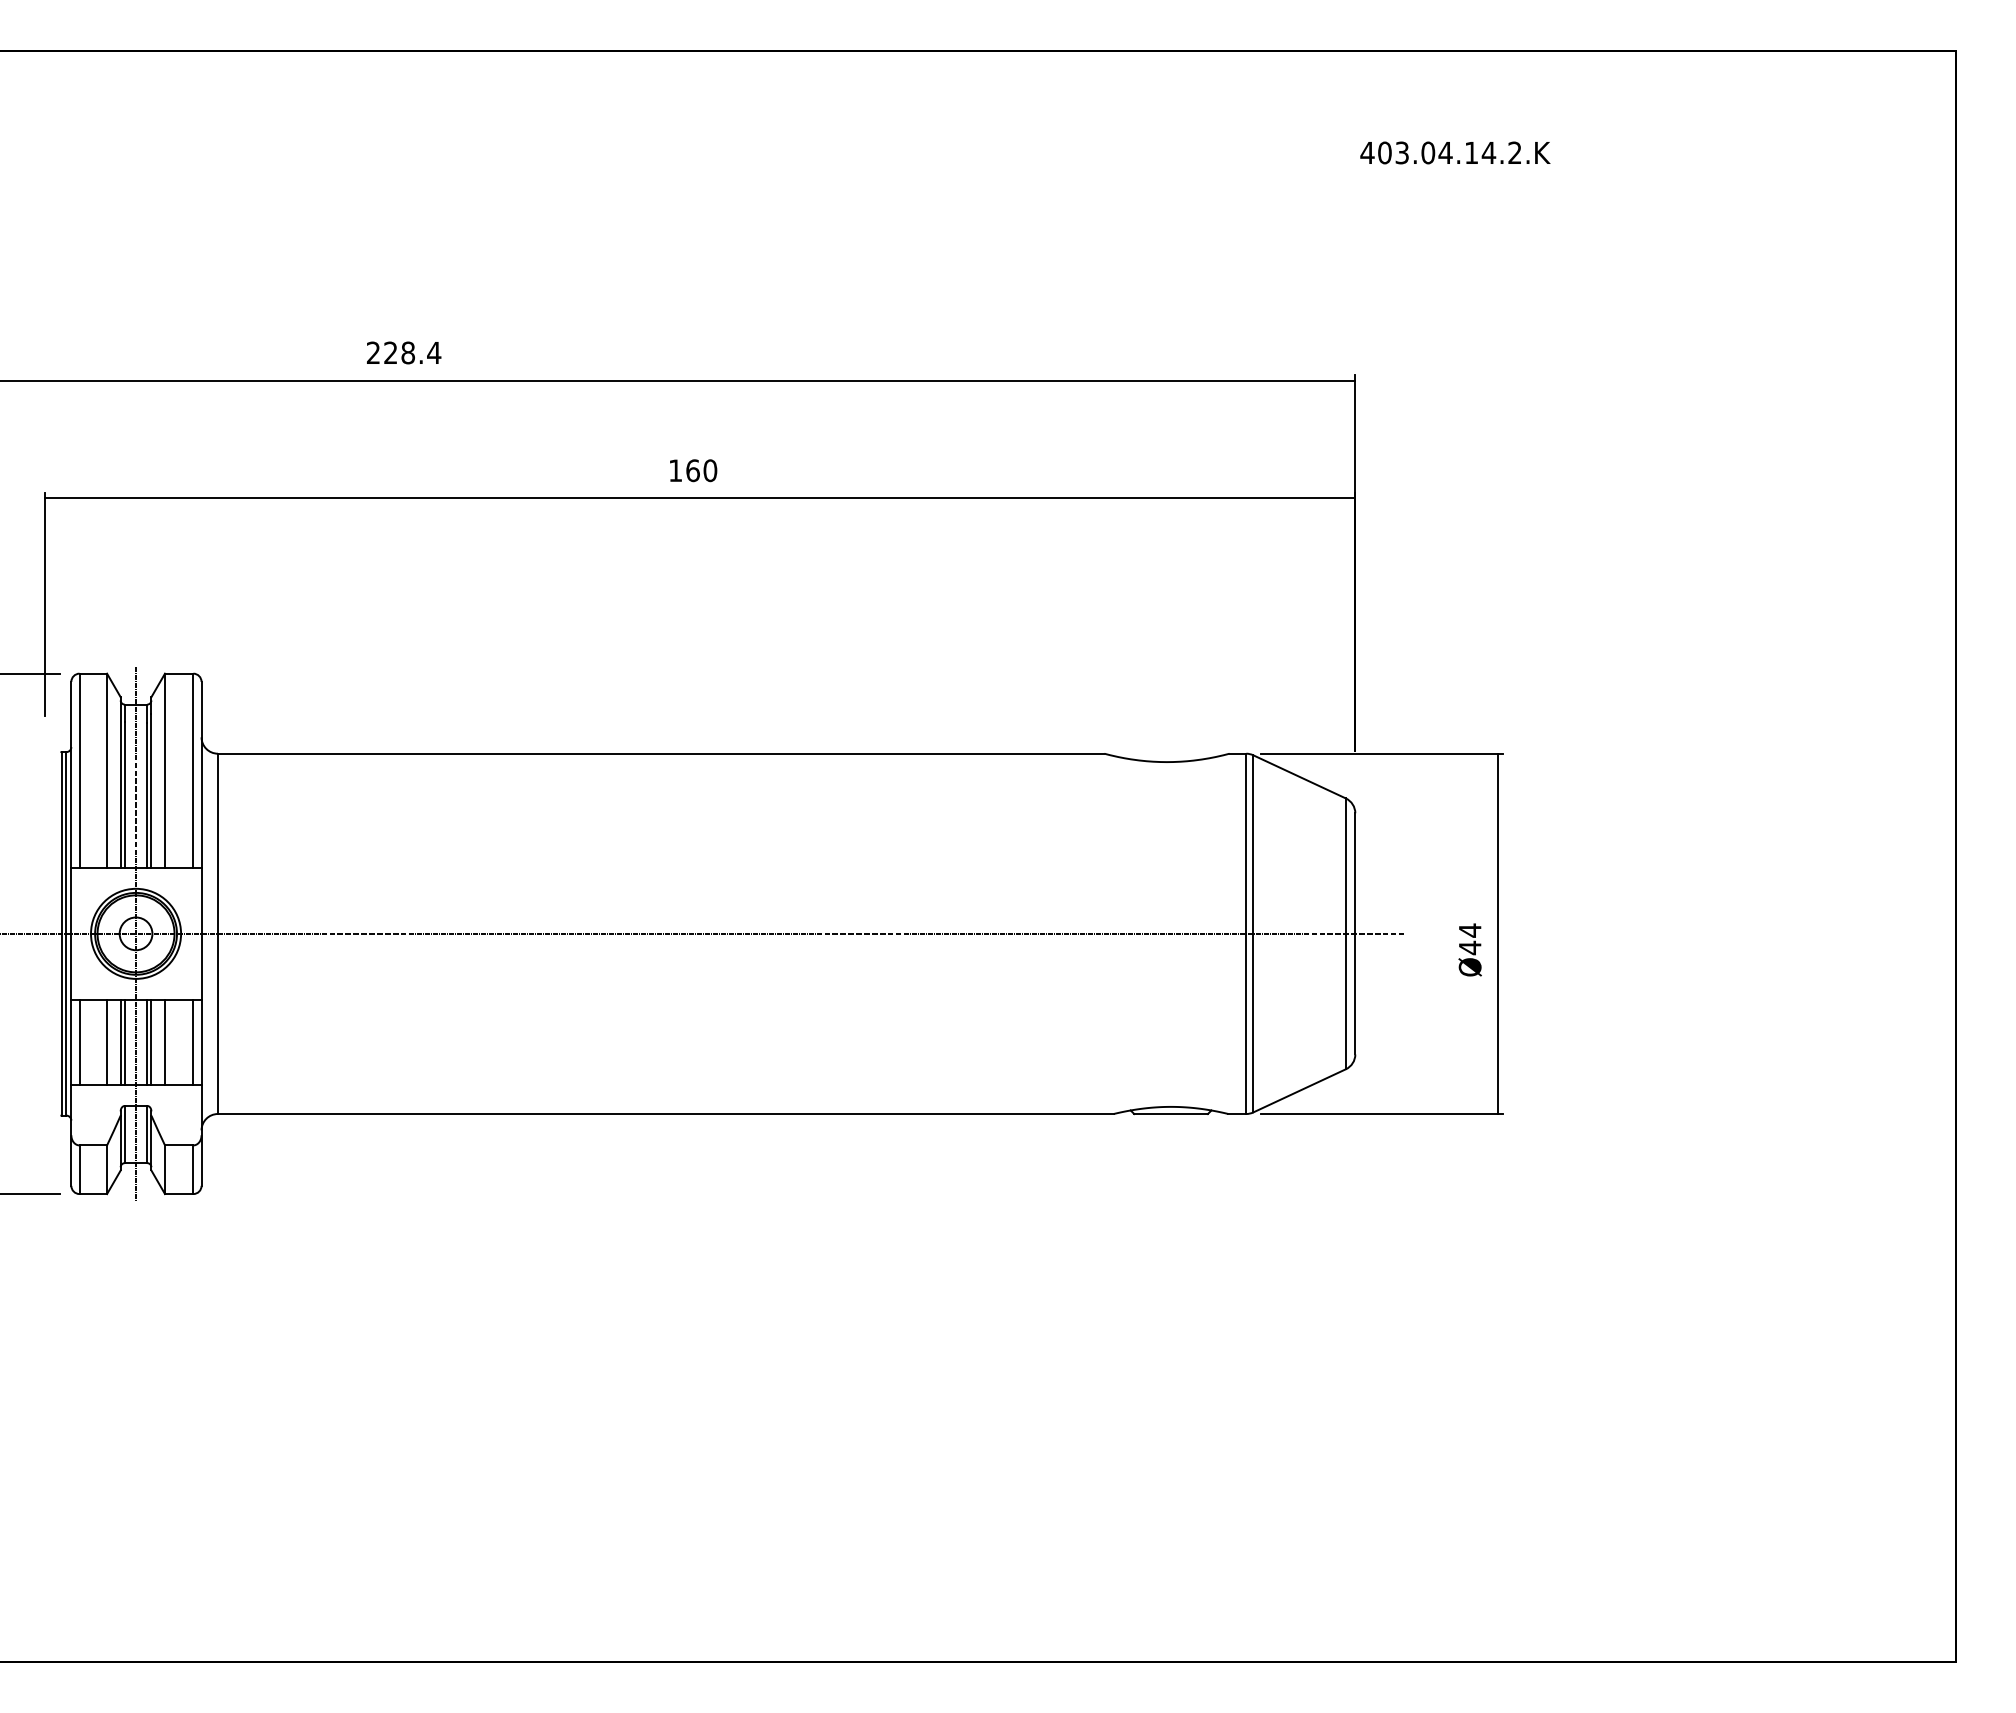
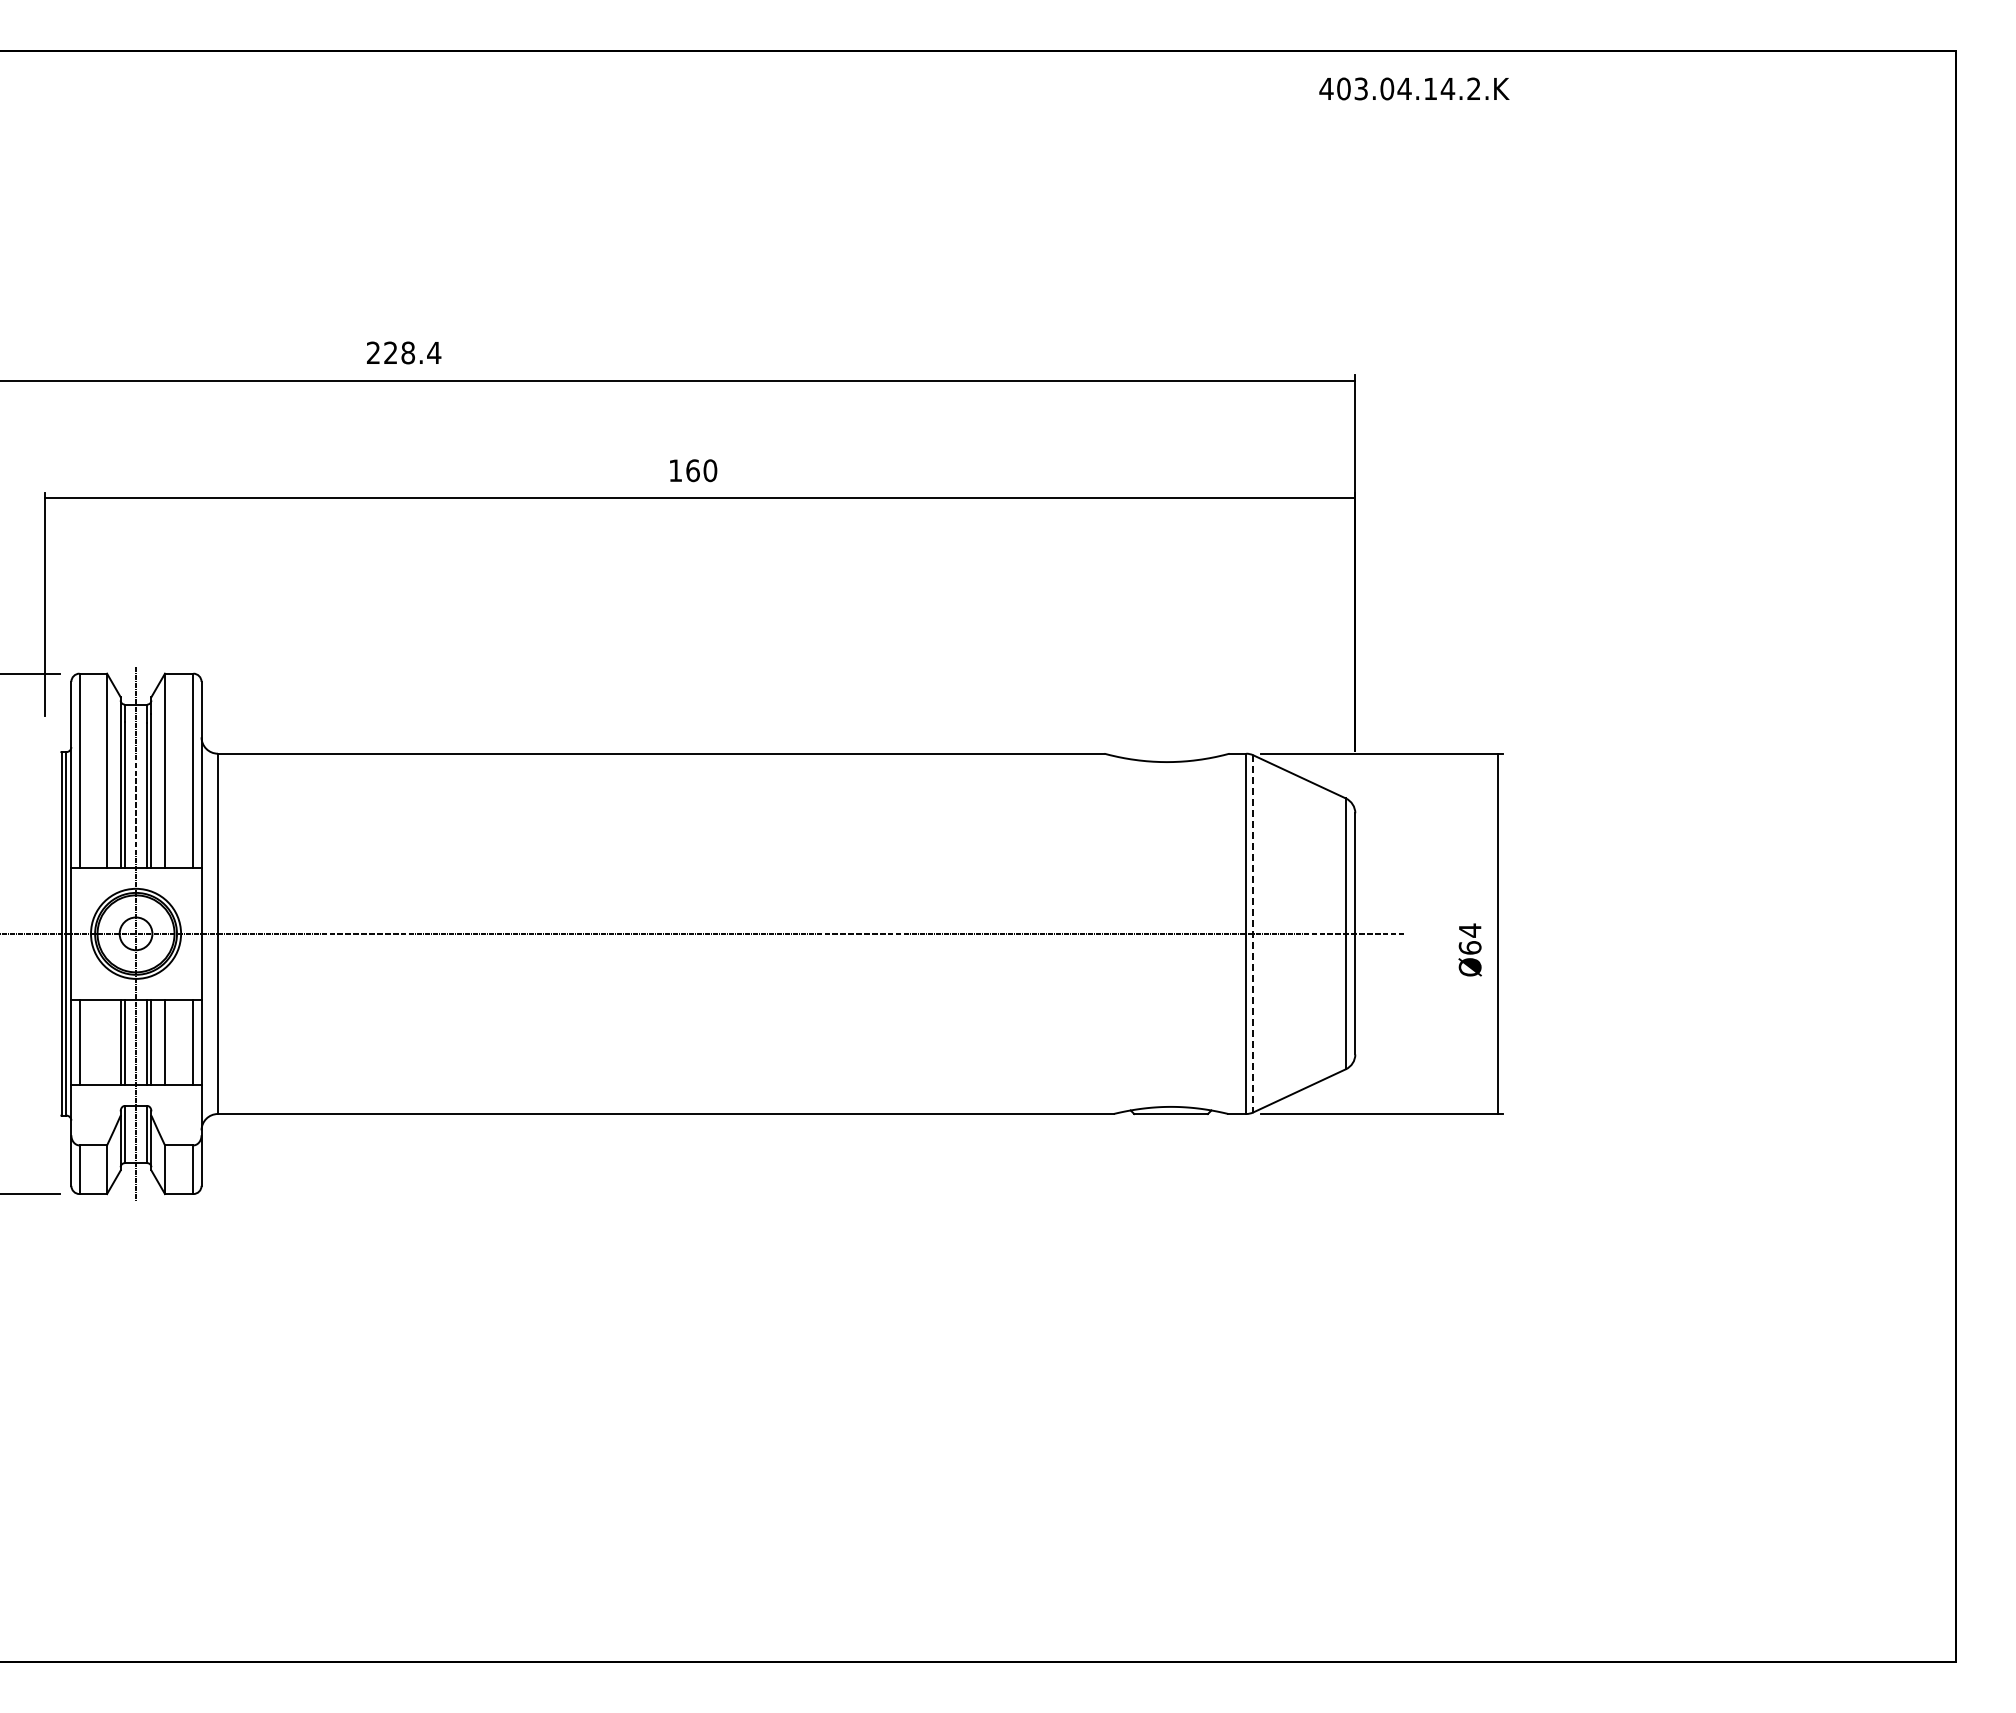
text at (1455, 152) position: (1455, 152) -> (1414, 88)
line at (1253, 933): solid -> dashed
text at (1469, 947): Ø44 -> Ø64
line at (107, 1042): present -> none
